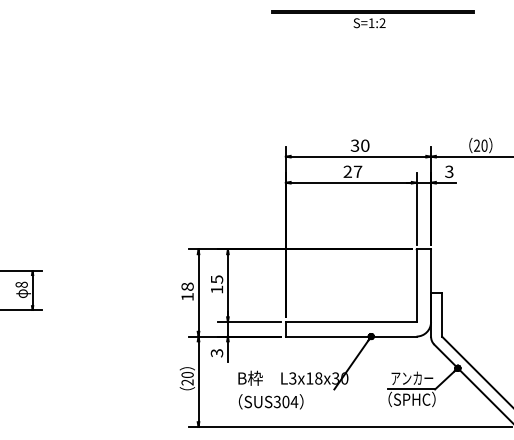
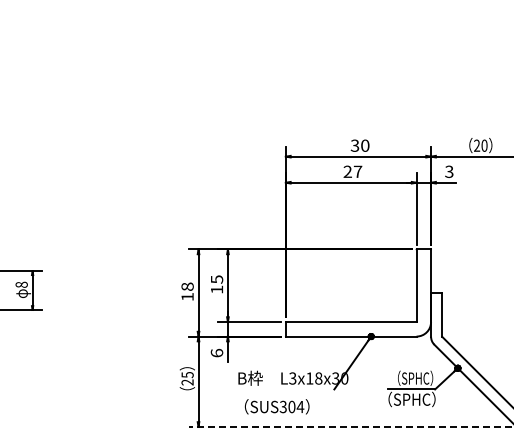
part at (372, 19): present -> none
text at (216, 352): 3 -> 6
text at (187, 375): 20 -> 25
text at (412, 377): アンカー -> （SPHC）
text at (270, 401) position: (270, 401) -> (276, 406)
line at (349, 426): solid -> dashed
